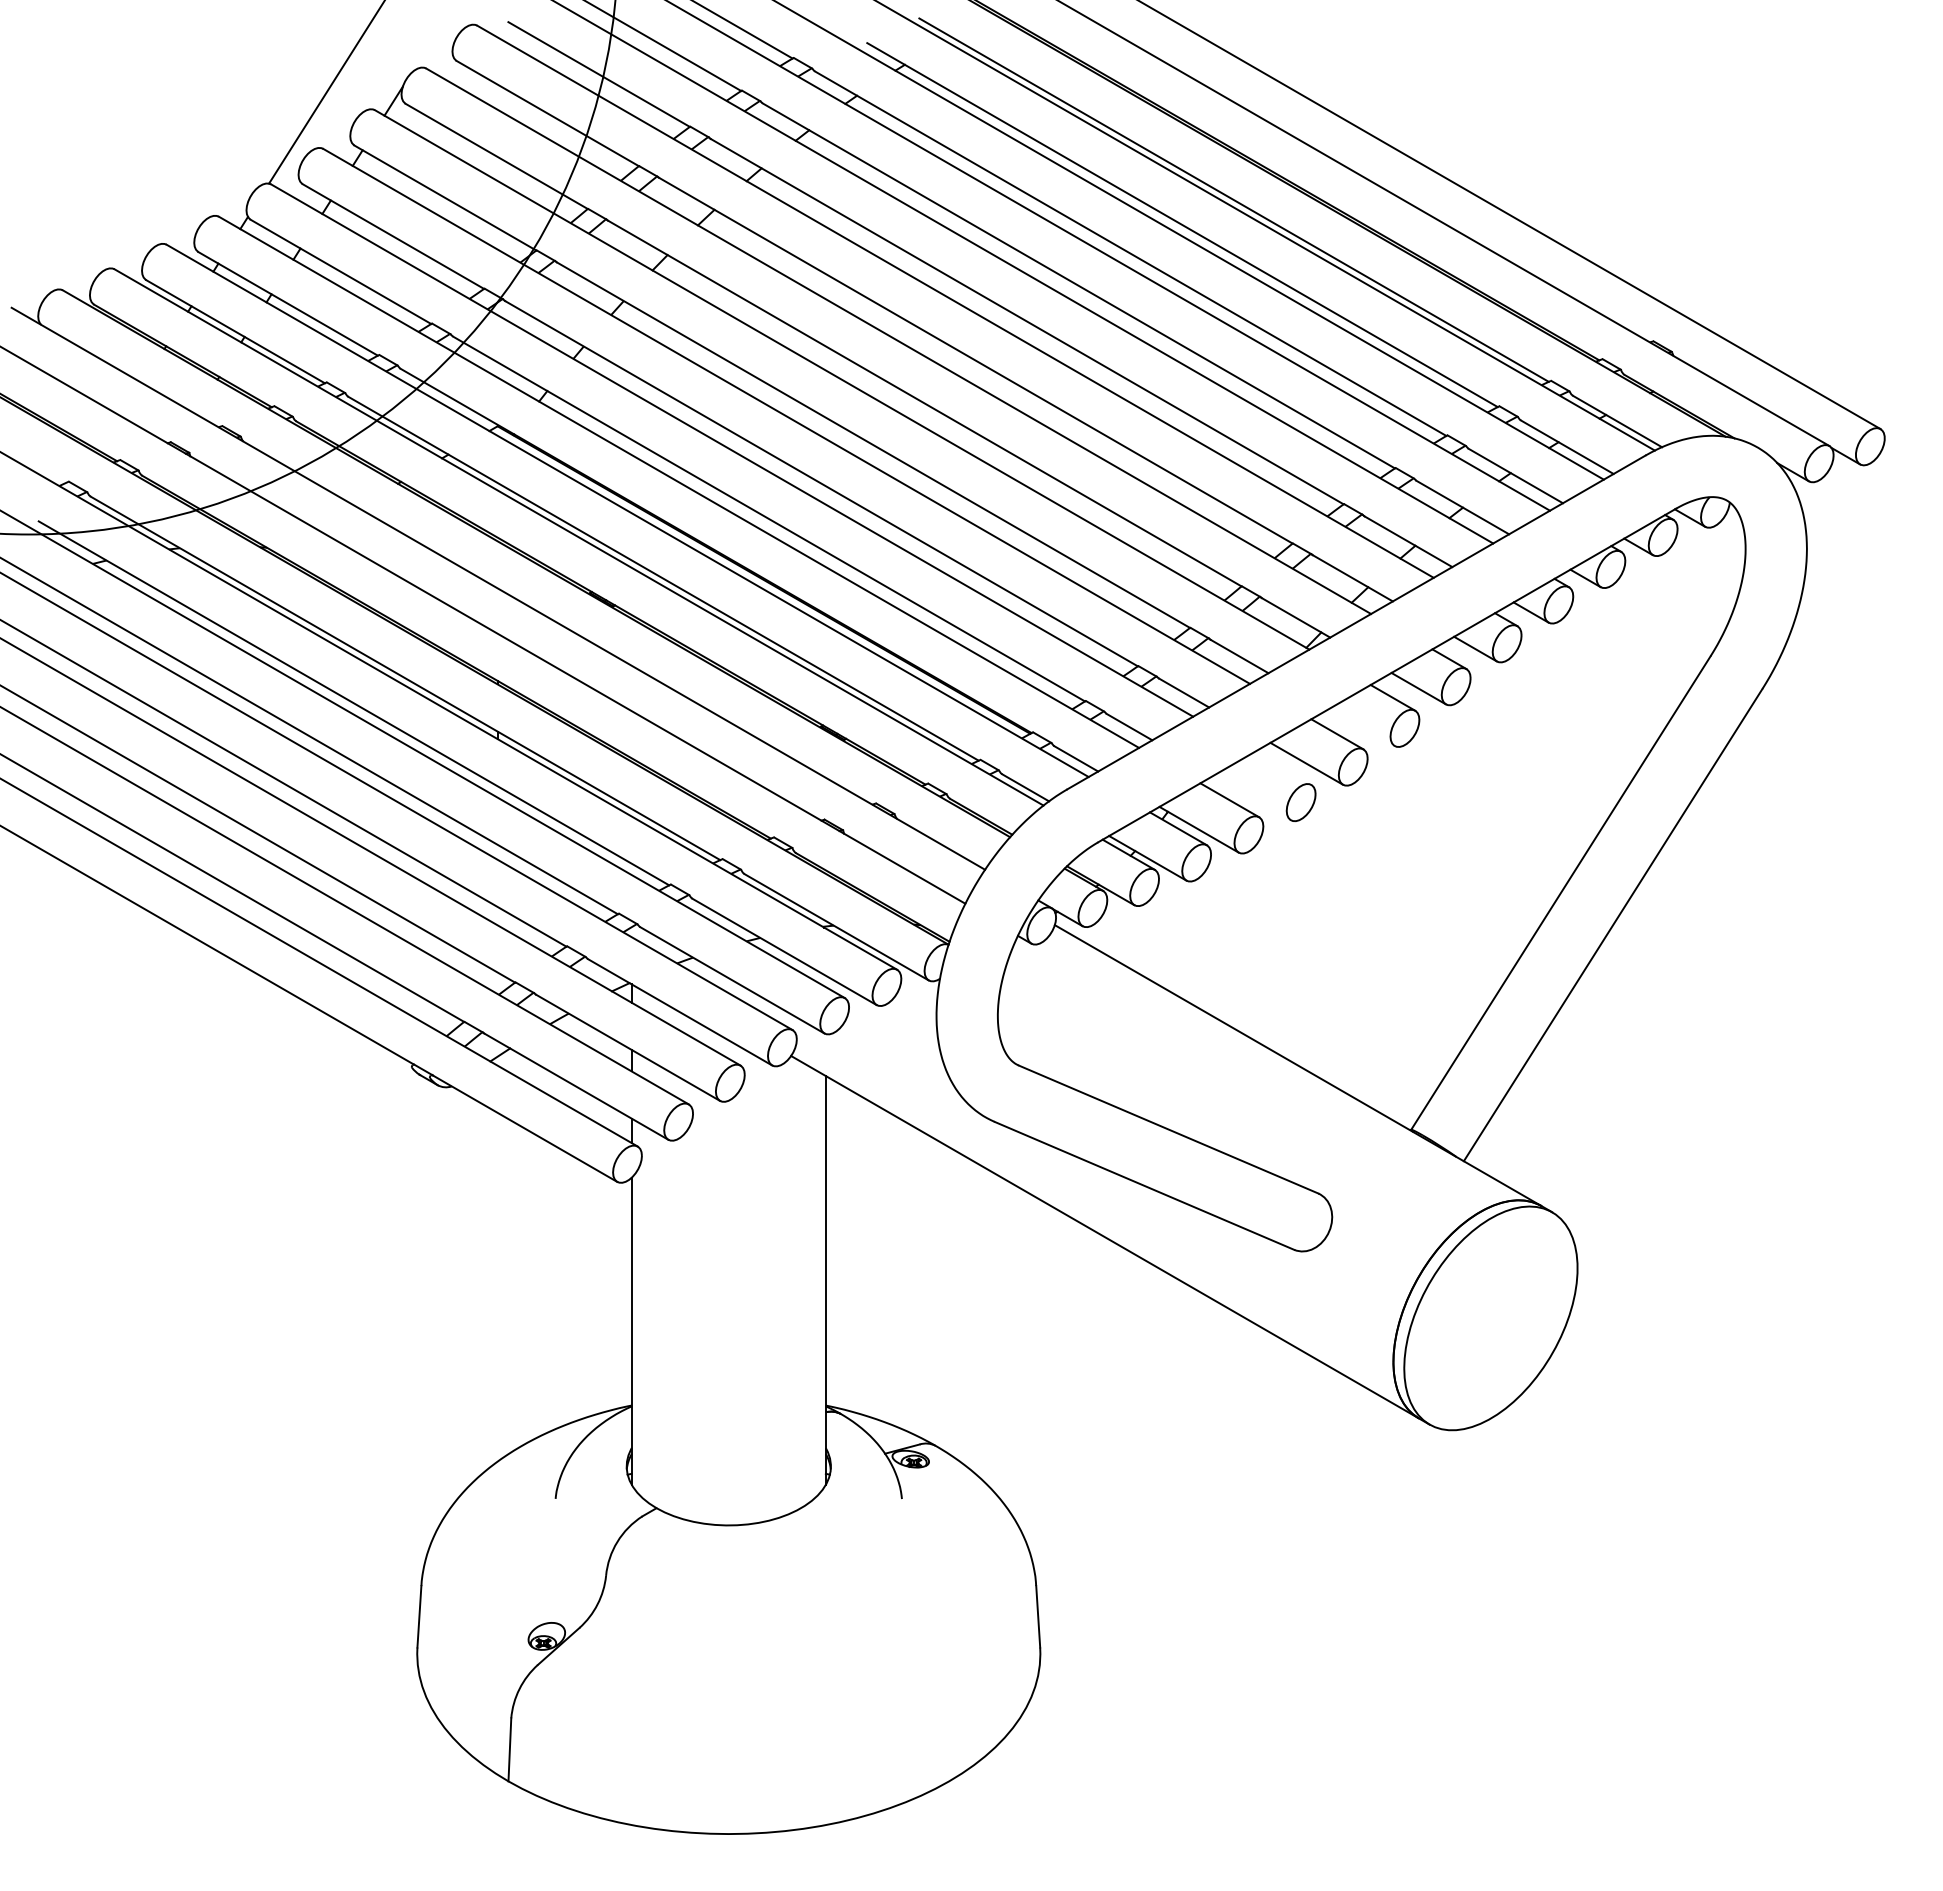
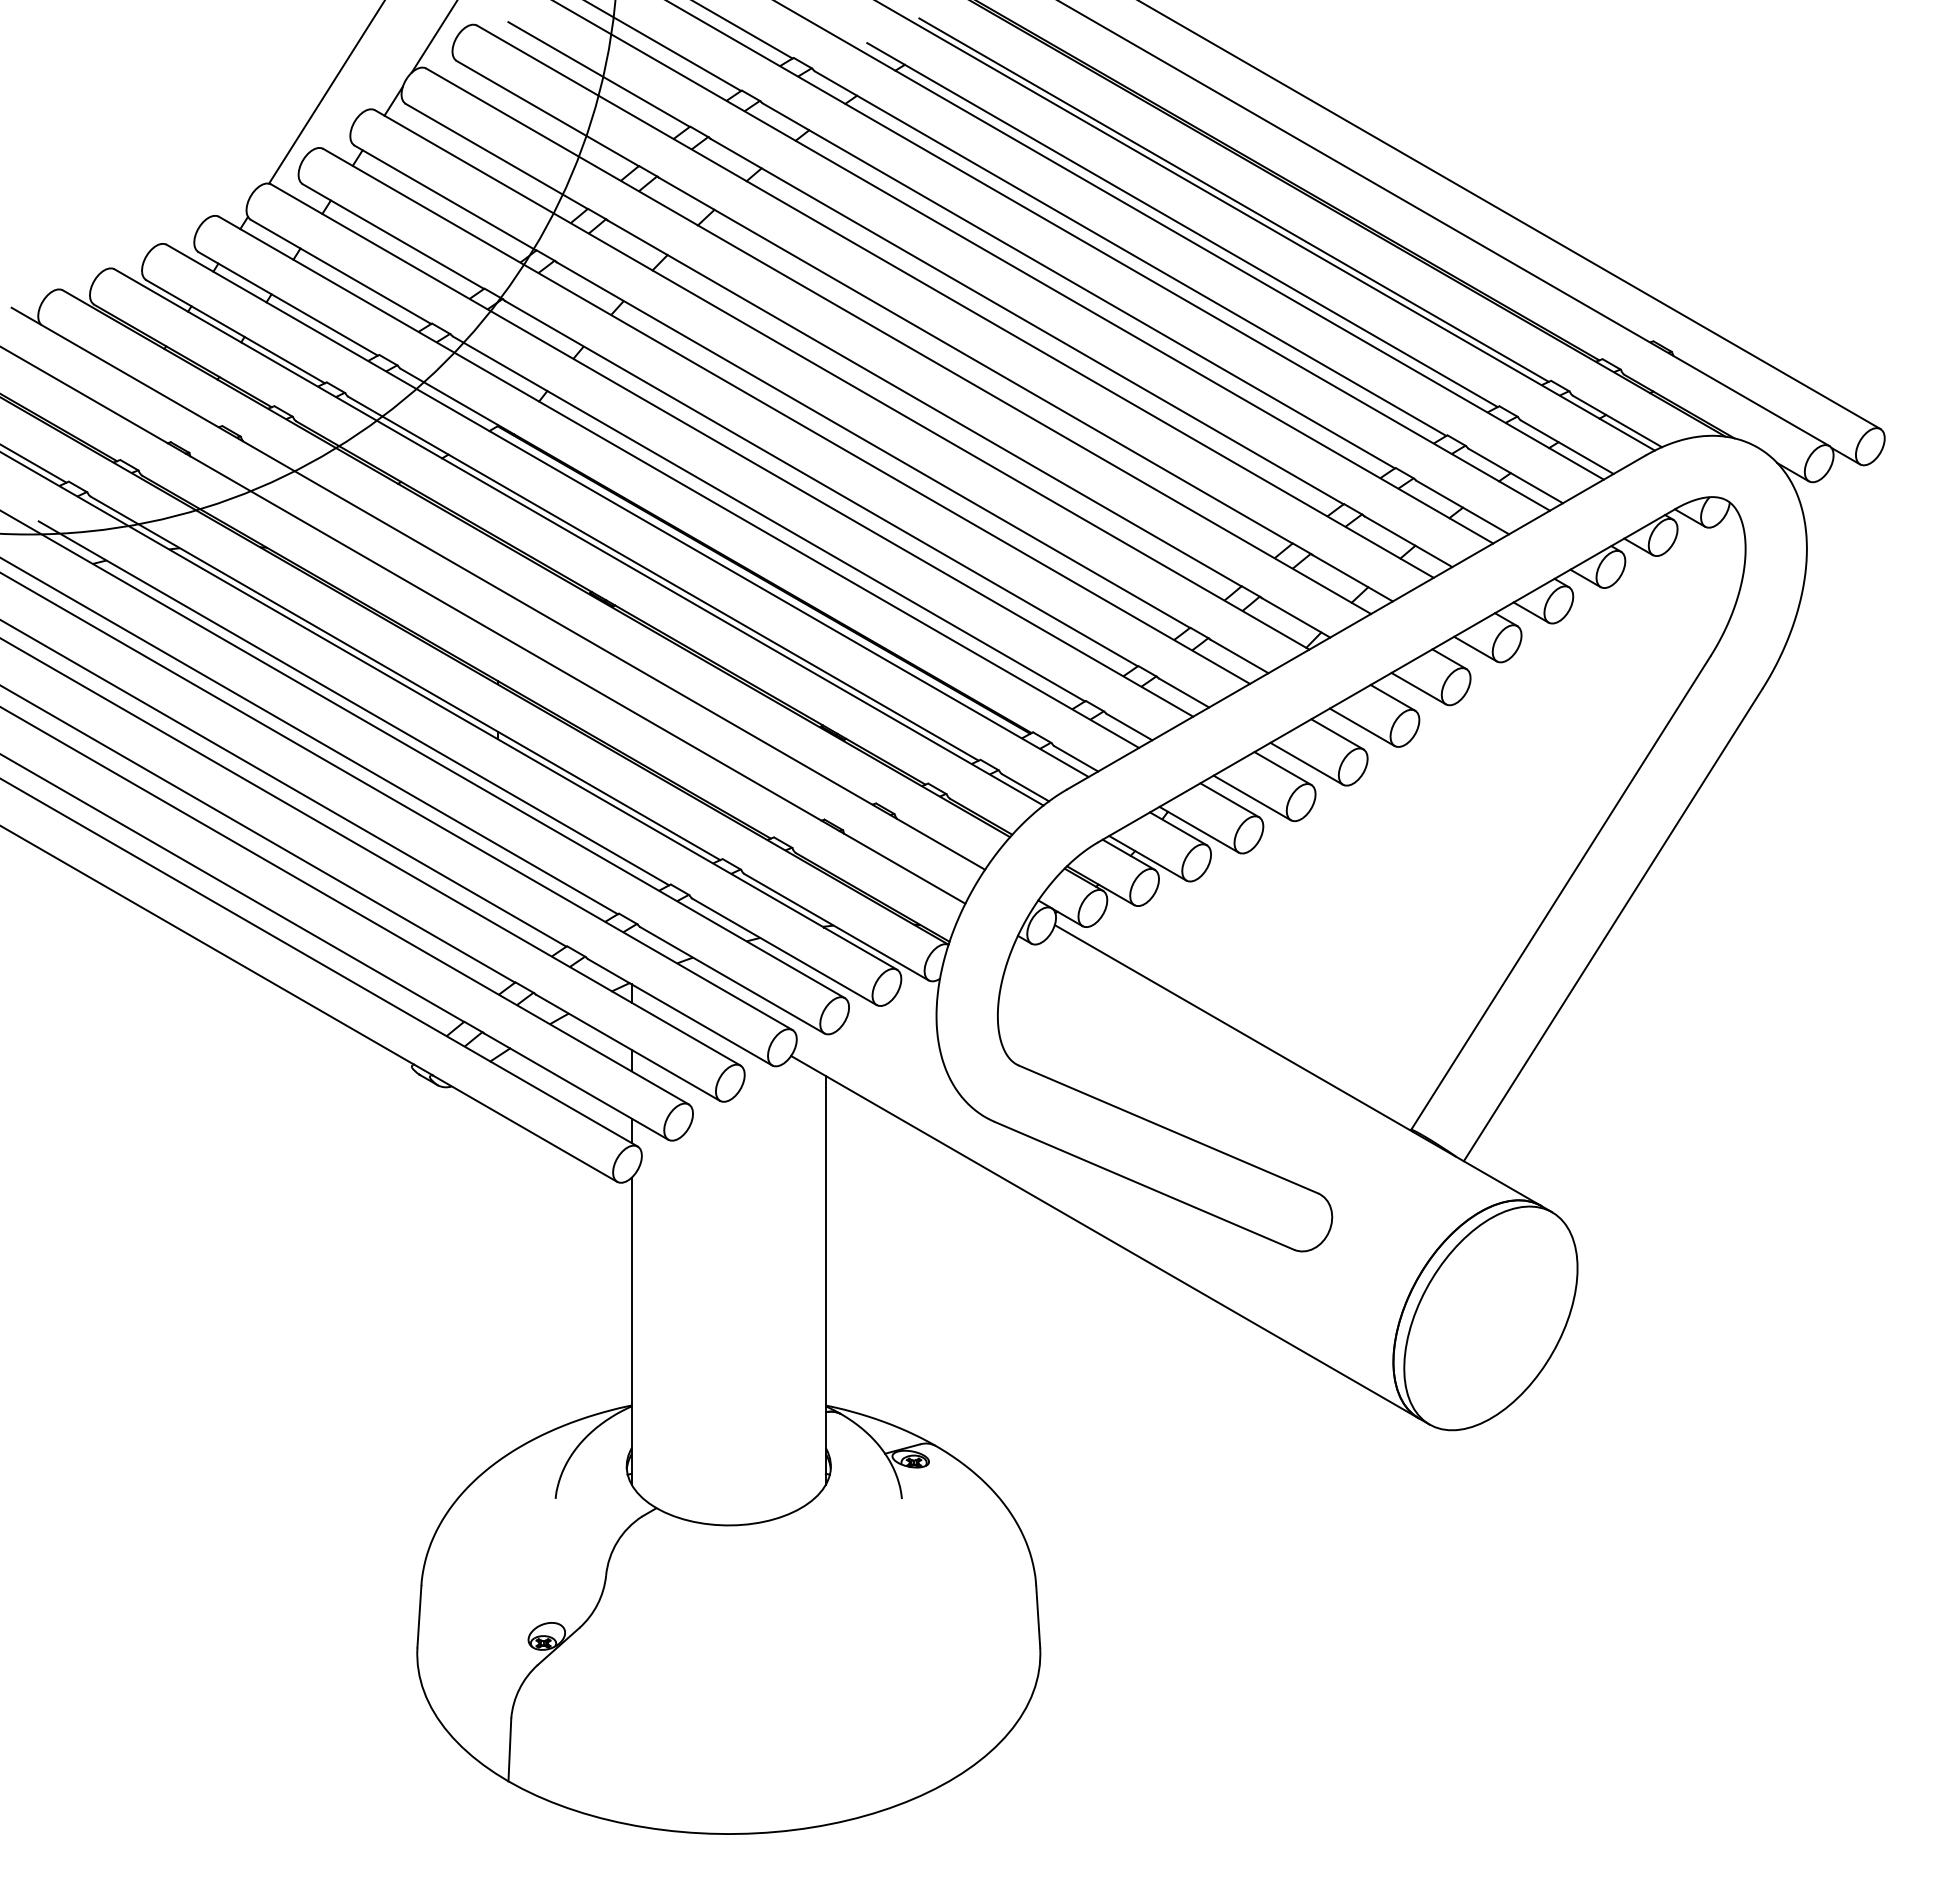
line at (433, 37): none -> present
line at (34, 463): none -> present
line at (1361, 727): none -> present
line at (1282, 768): none -> present
line at (1251, 797): none -> present
